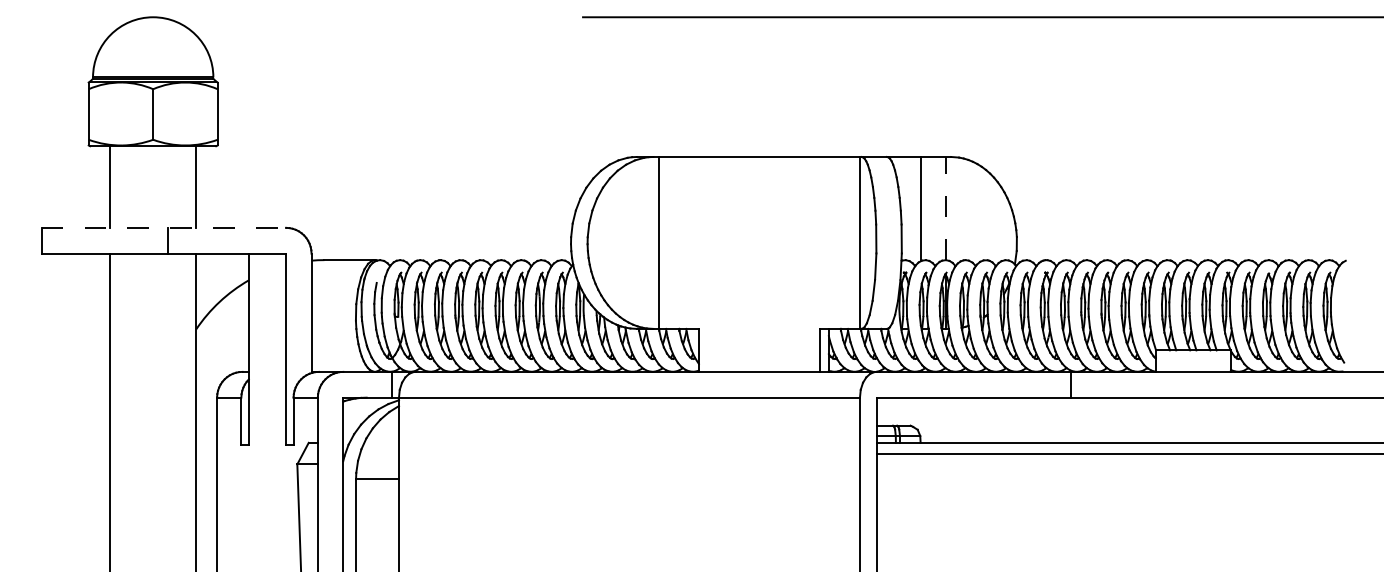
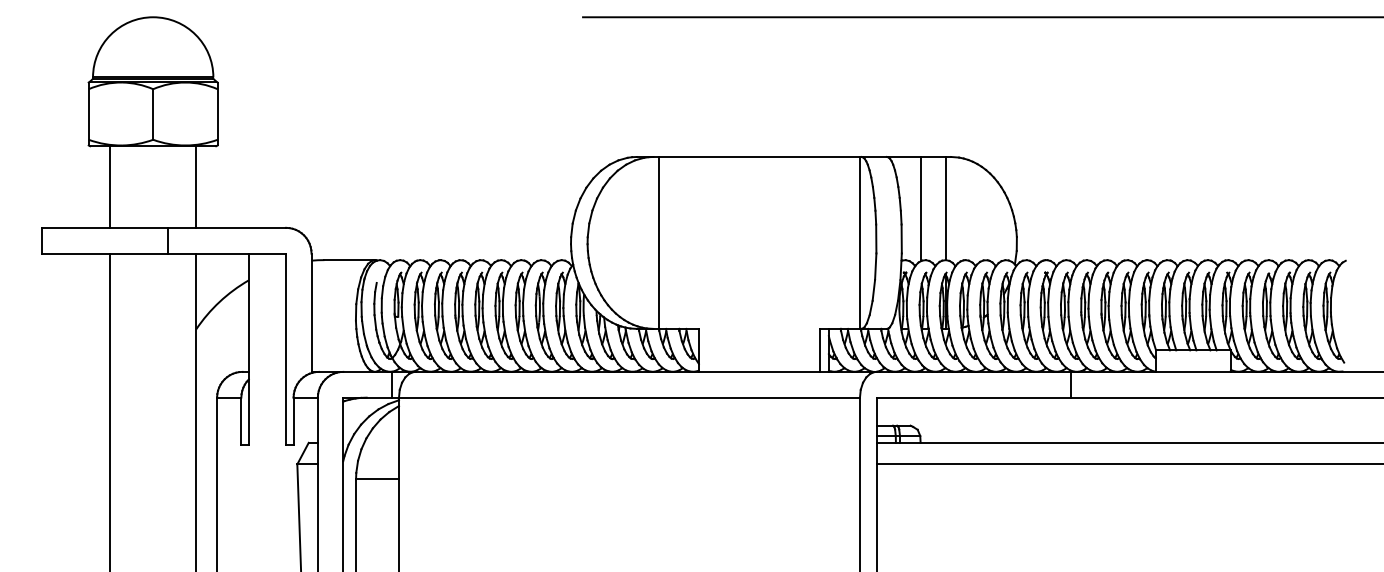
line at (946, 208): dashed -> solid
line at (164, 227): dashed -> solid
line at (1128, 454) position: (1128, 454) -> (1128, 464)
